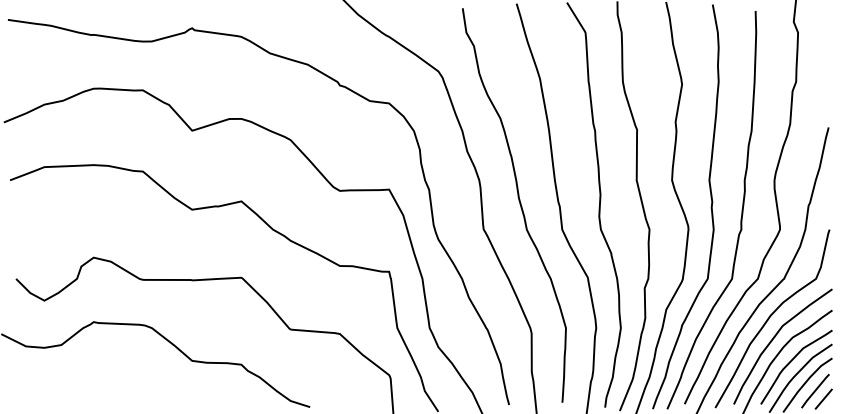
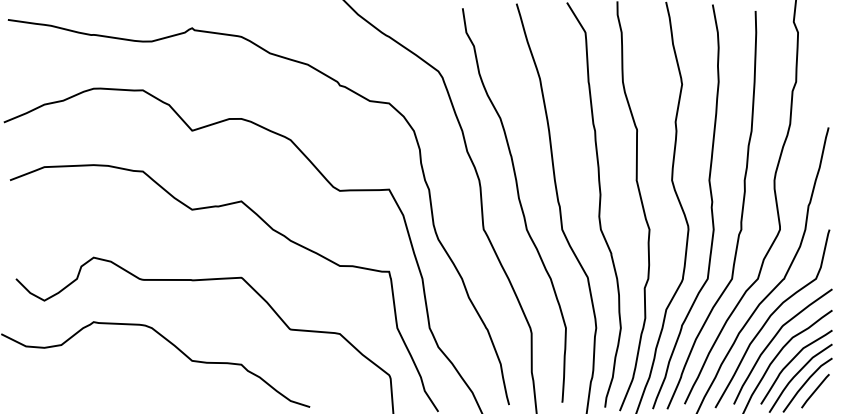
line at (823, 398): present -> none
